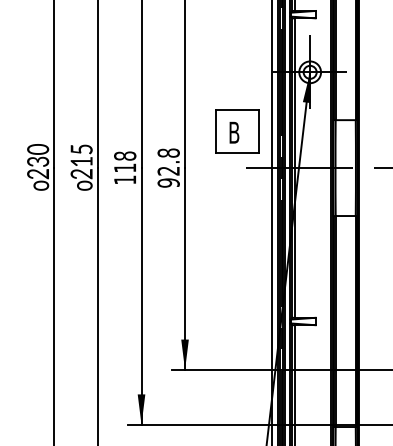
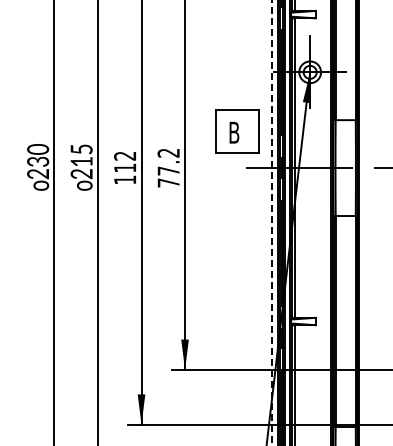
text at (125, 155): 118 -> 112
text at (168, 167): 92.8 -> 77.2
line at (272, 223): solid -> dashed
